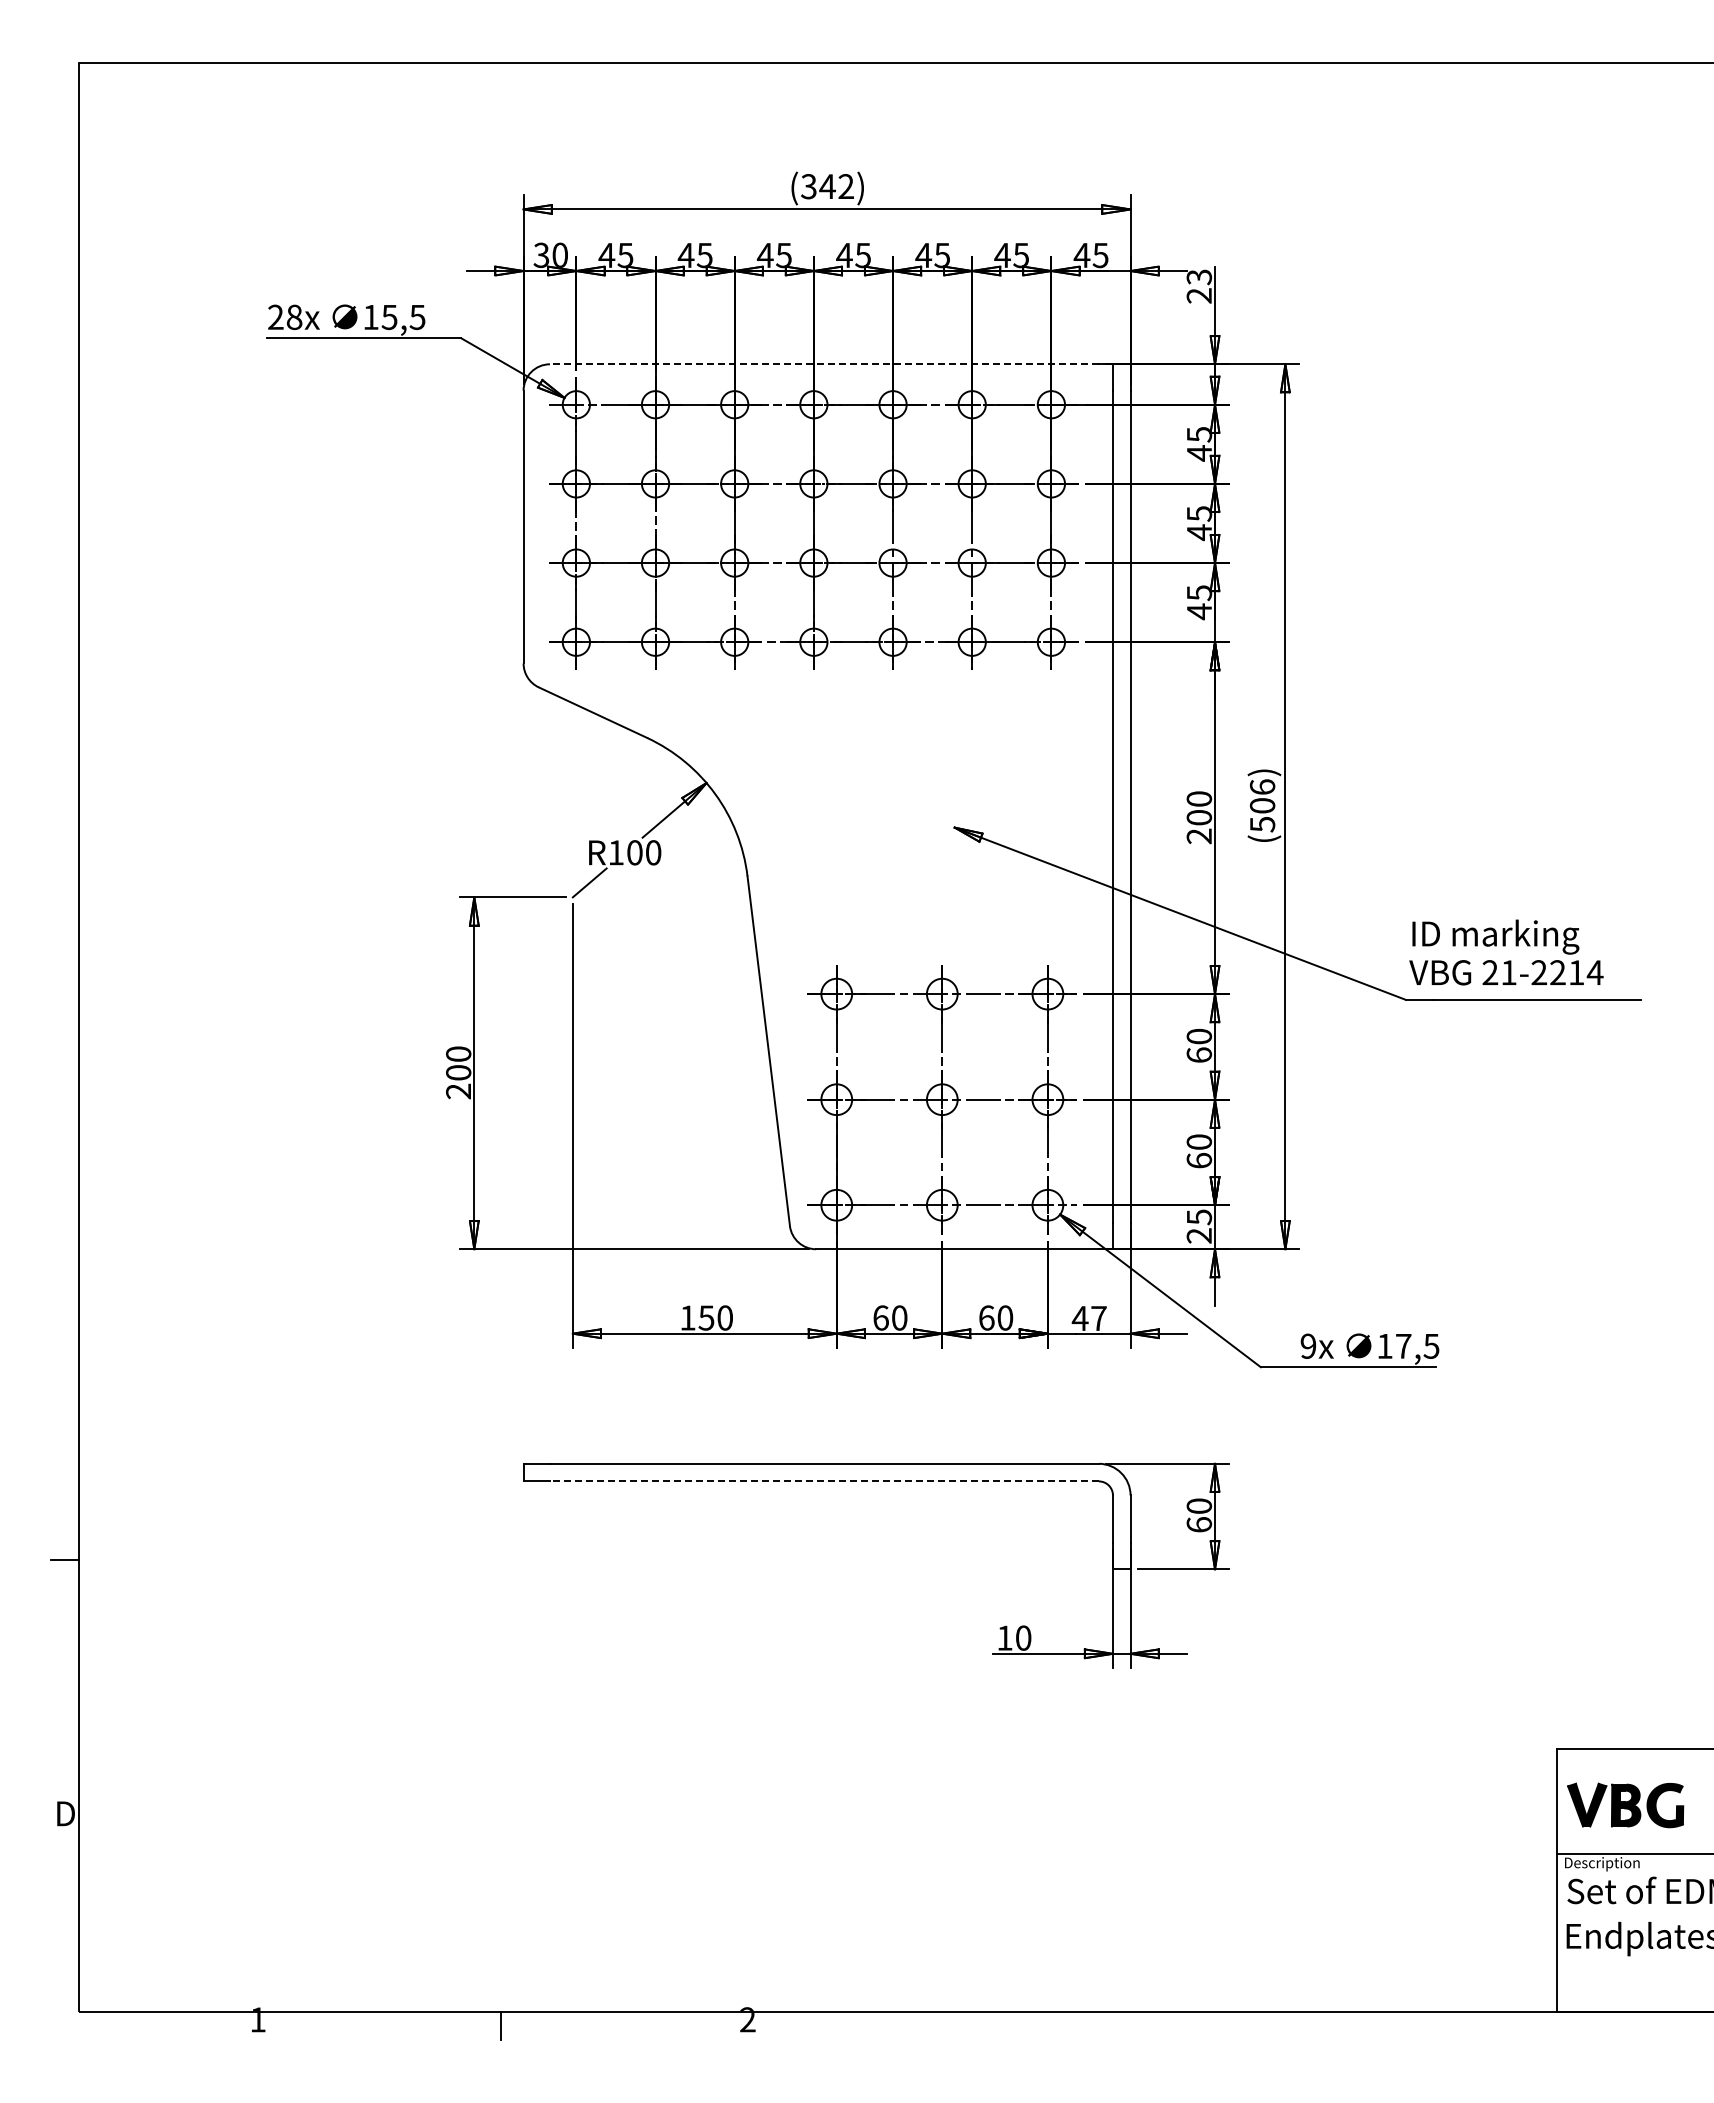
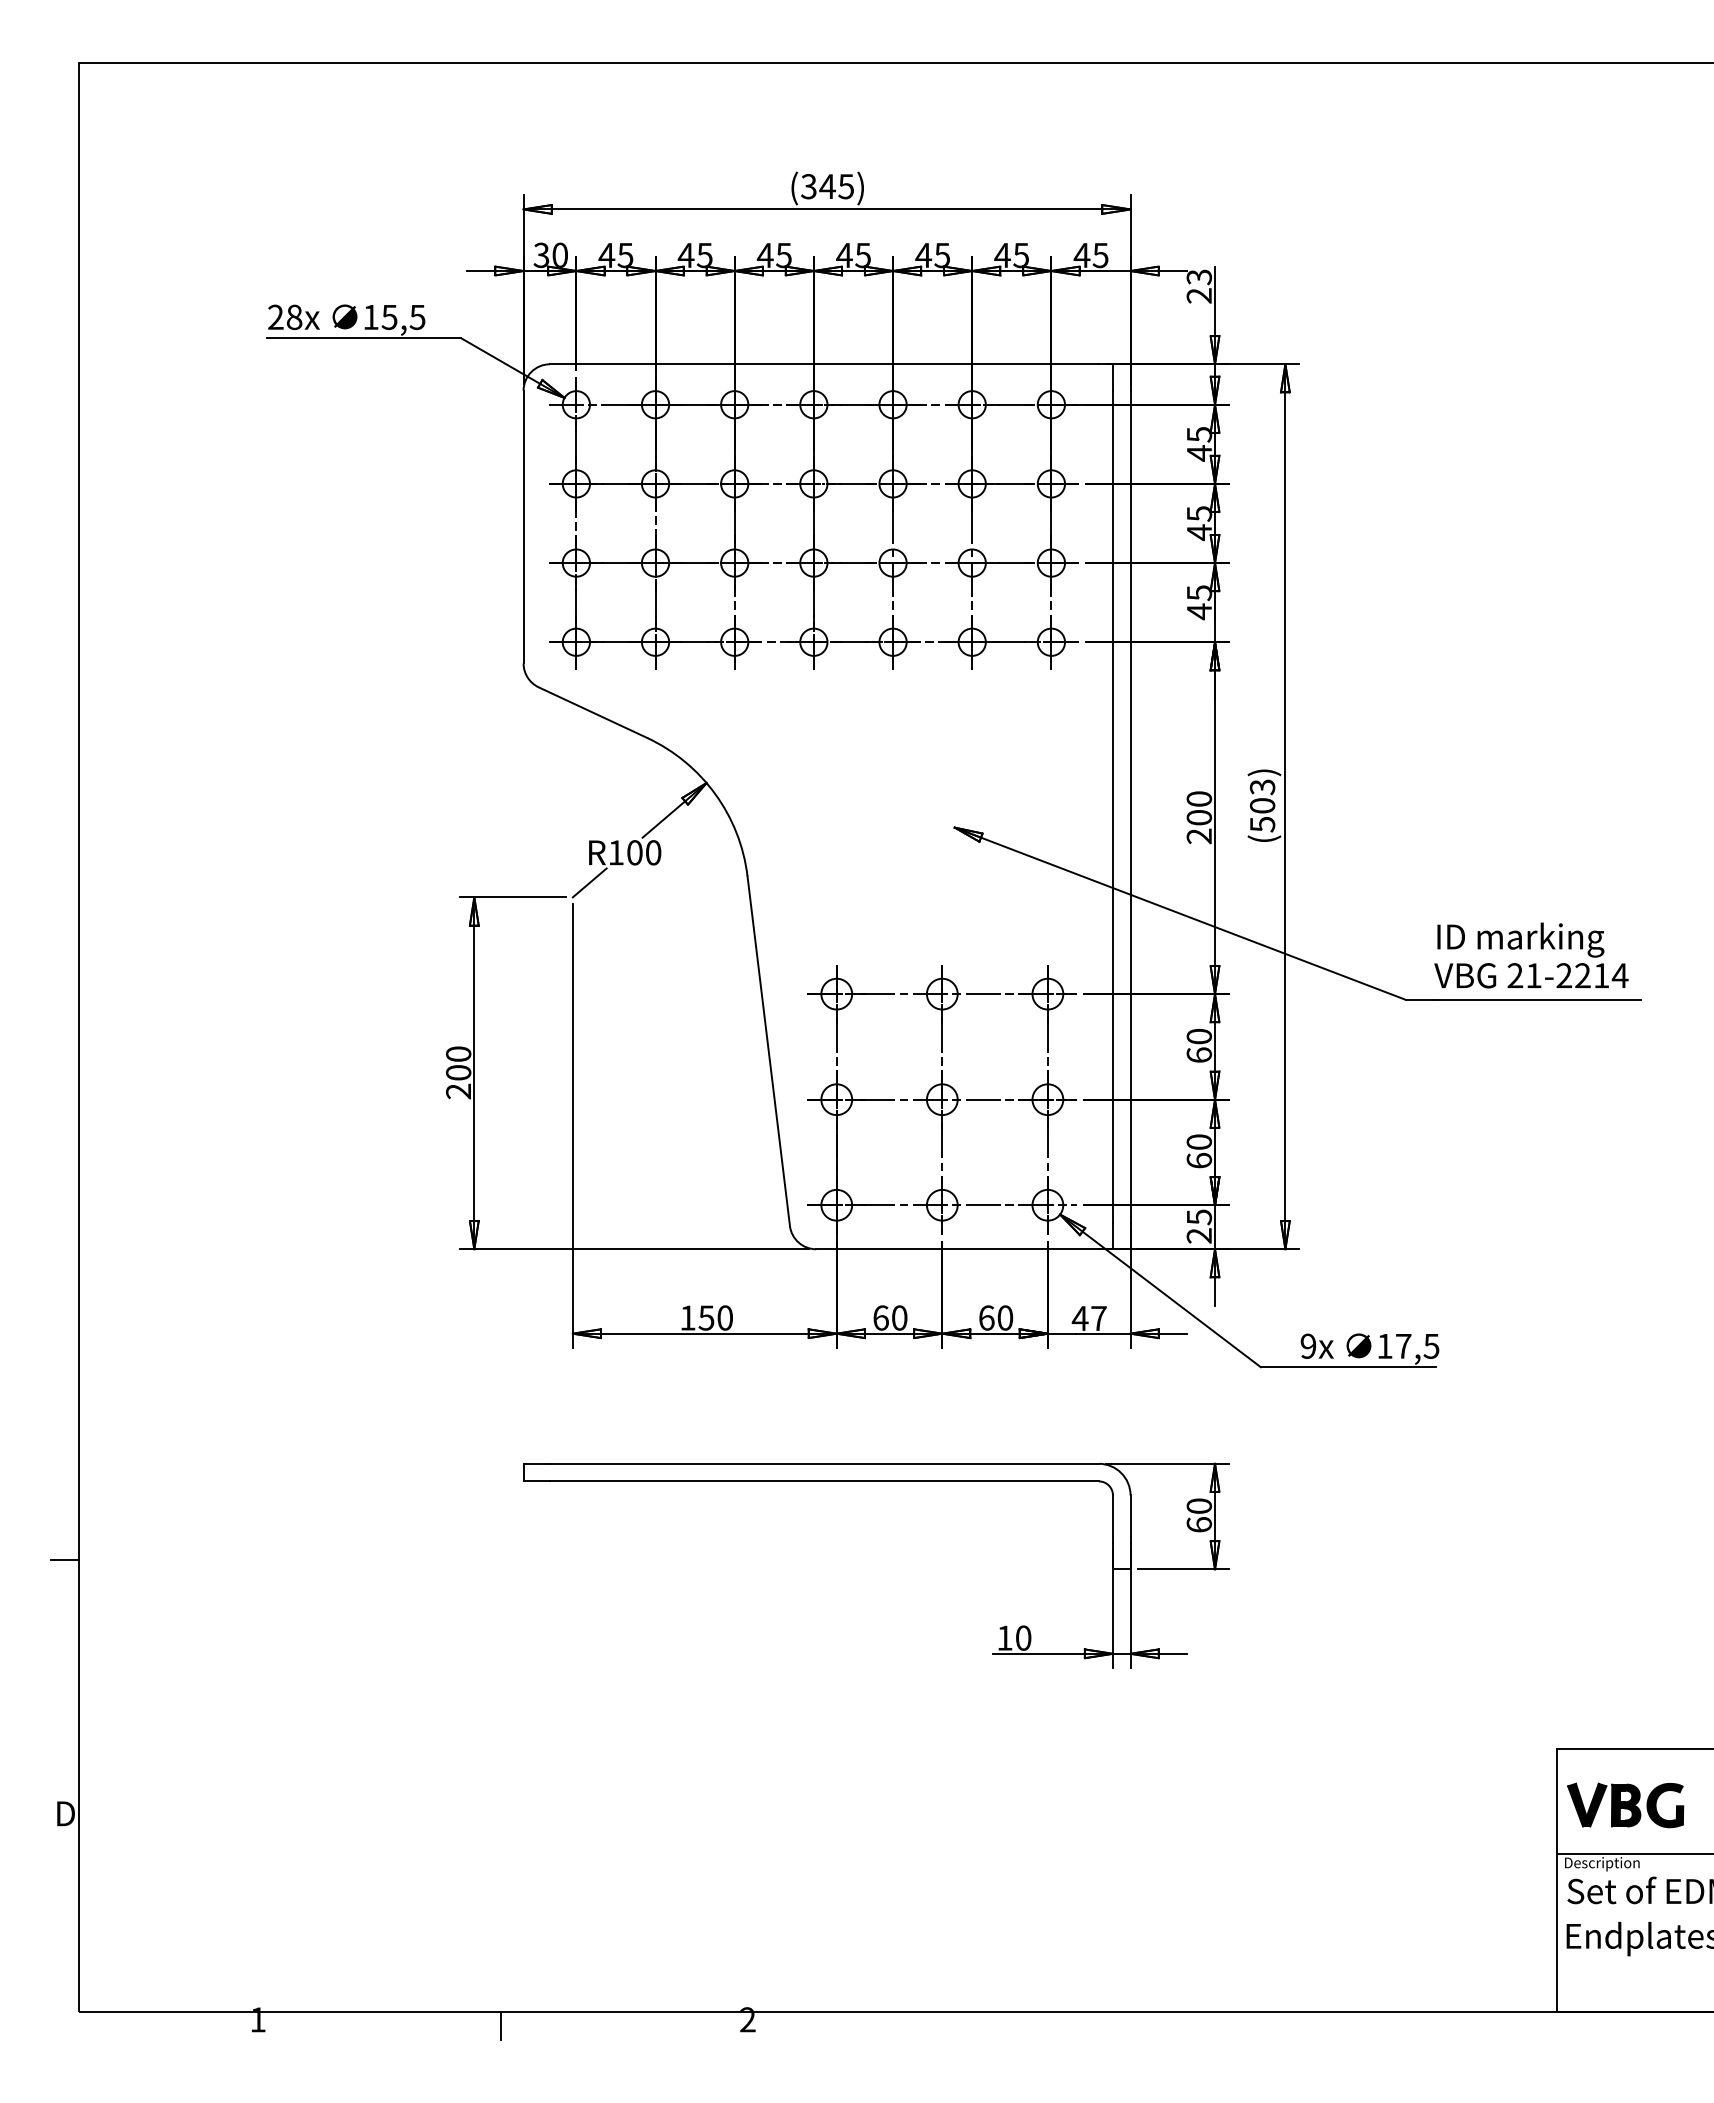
text at (845, 186): (342) -> (345)
line at (823, 364): dashed -> solid
text at (1262, 787): (506) -> (503)
text at (1506, 952) position: (1506, 952) -> (1531, 955)
line at (823, 1481): dashed -> solid
